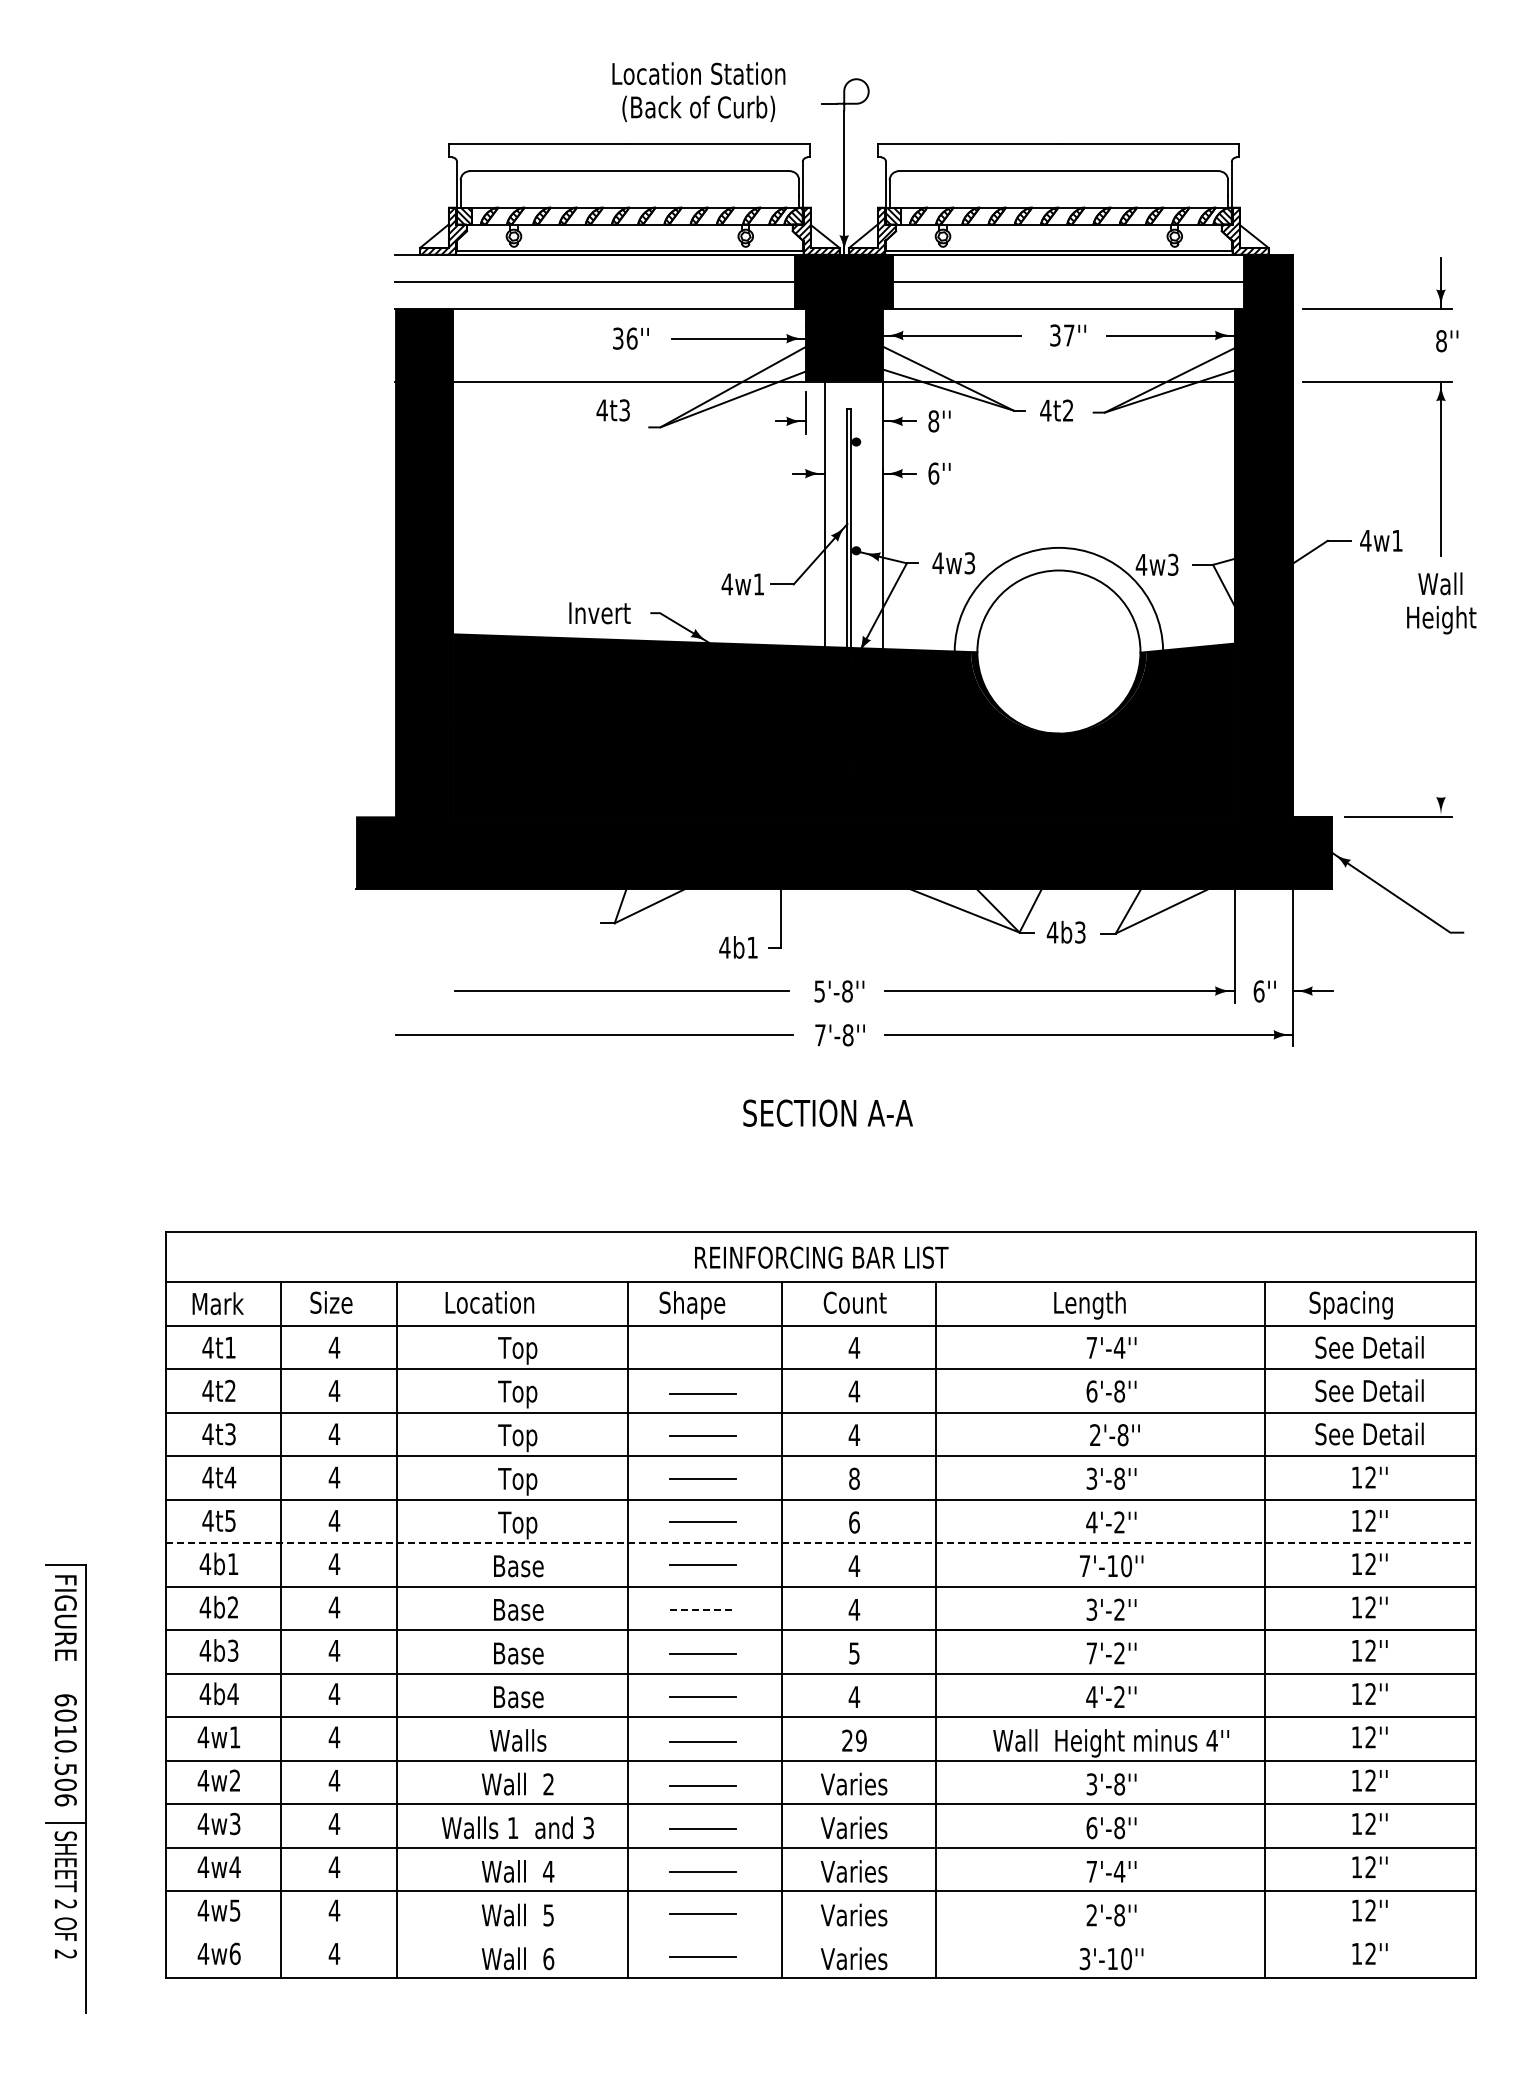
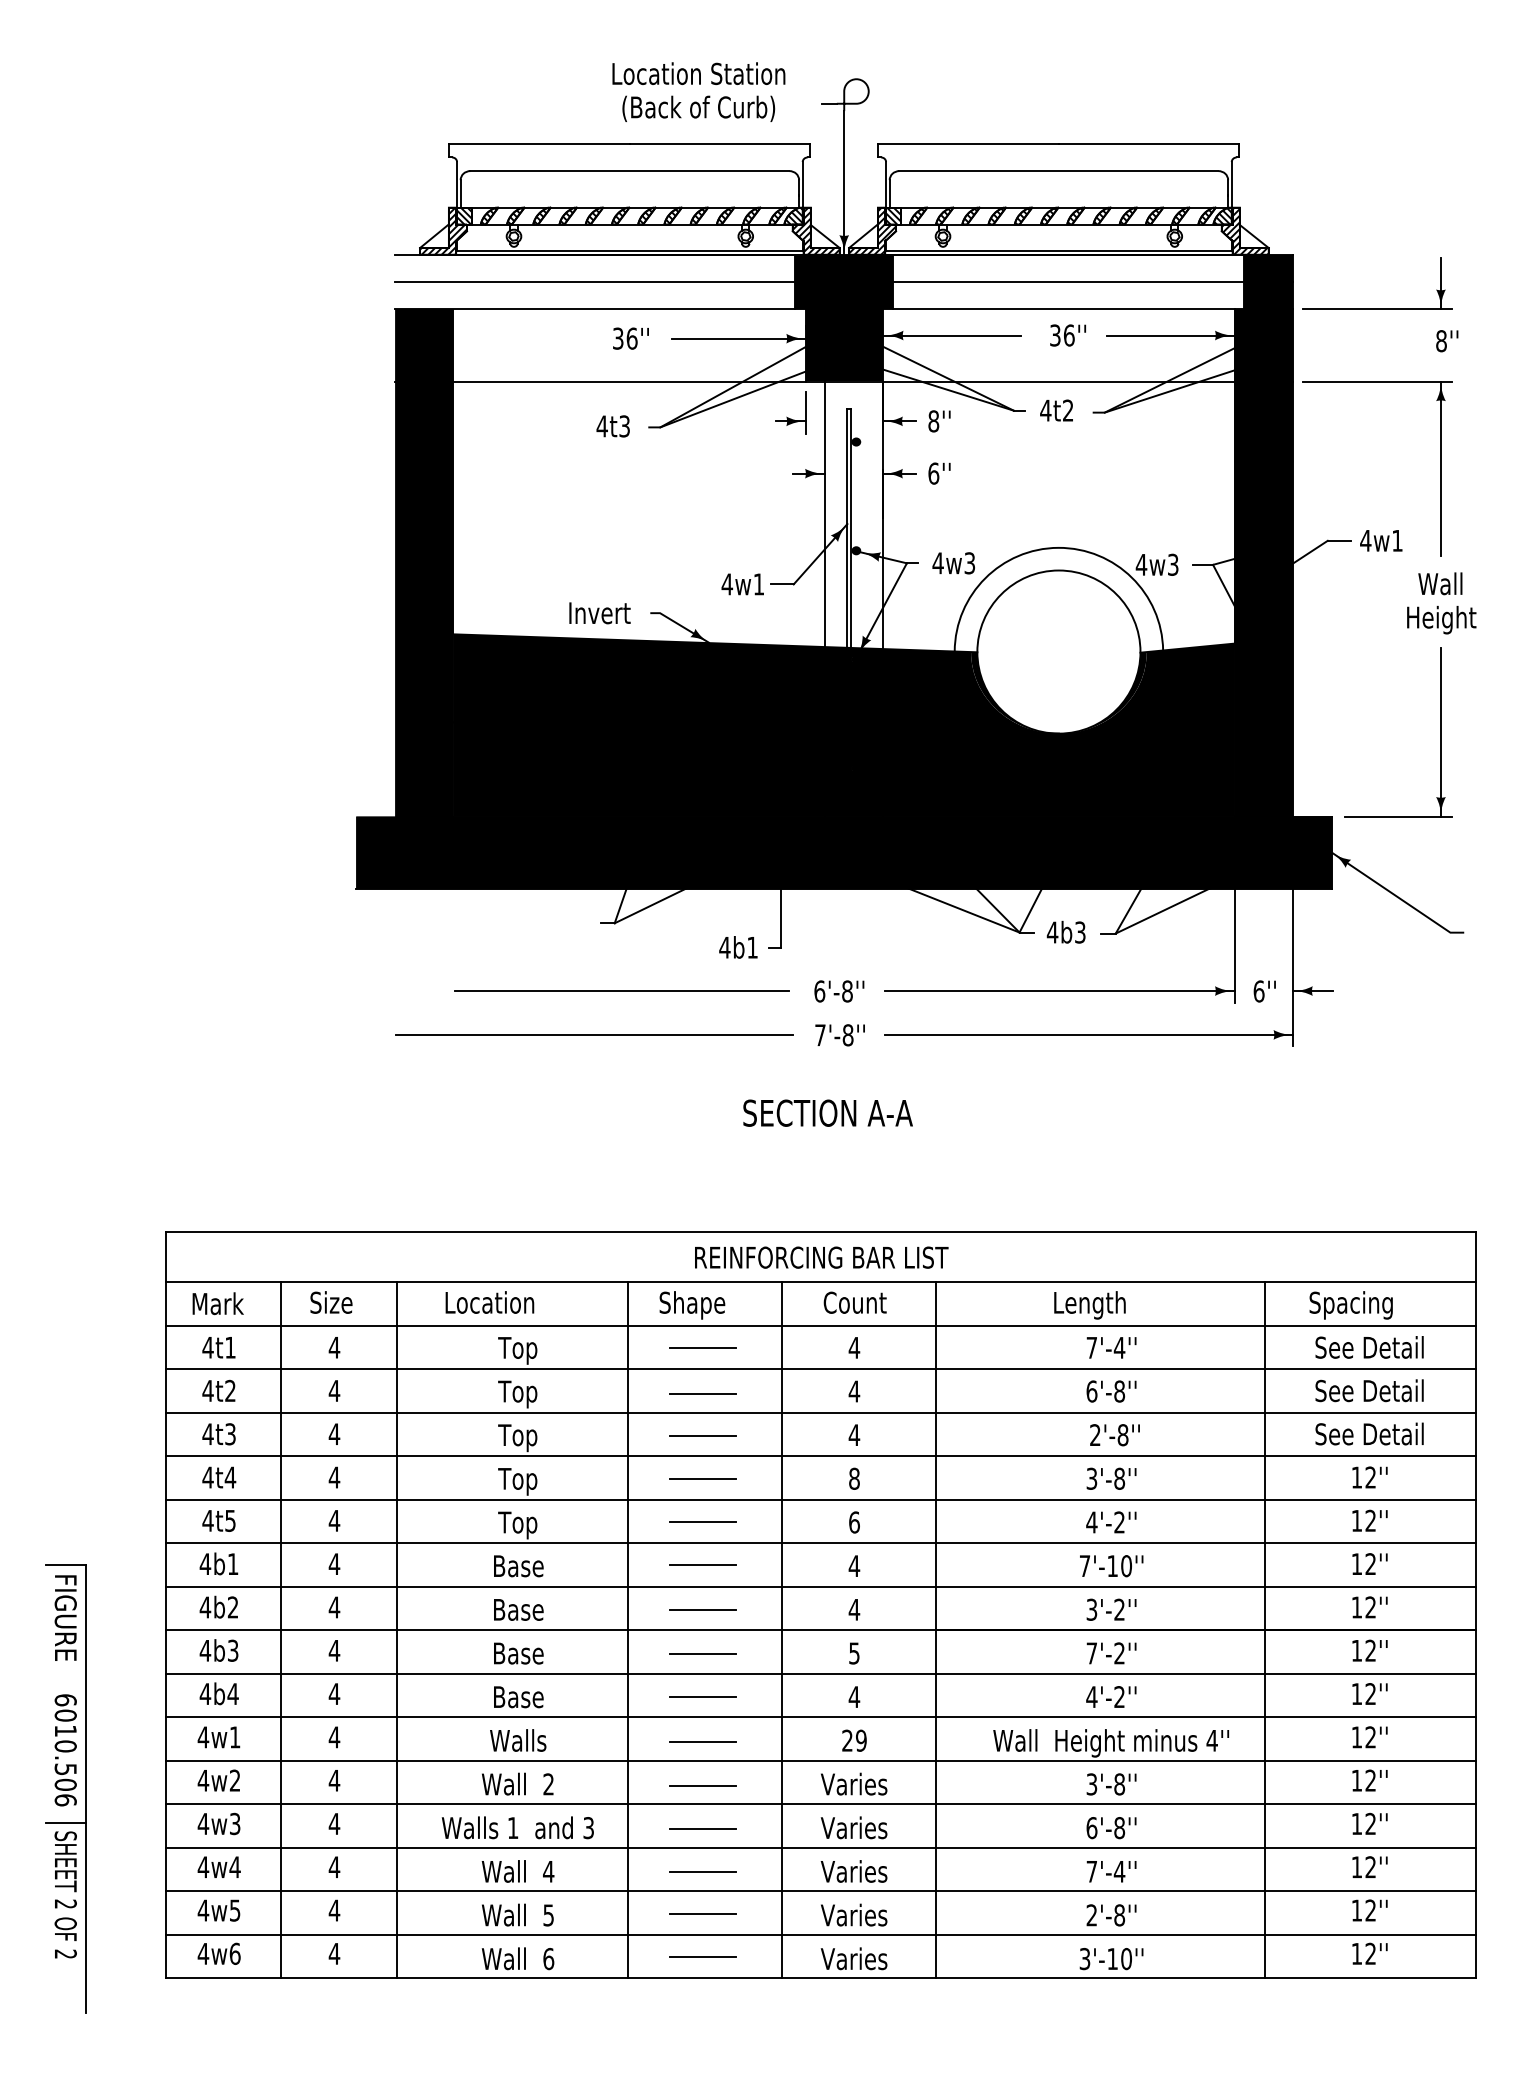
text at (1069, 335): 37'' -> 36''
text at (612, 410) position: (612, 410) -> (612, 426)
line at (1440, 732): none -> present
text at (819, 991): 5'-8'' -> 6'-8''
line at (702, 1347): none -> present
line at (820, 1543): dashed -> solid
line at (703, 1609): dashed -> solid
line at (820, 1934): none -> present
